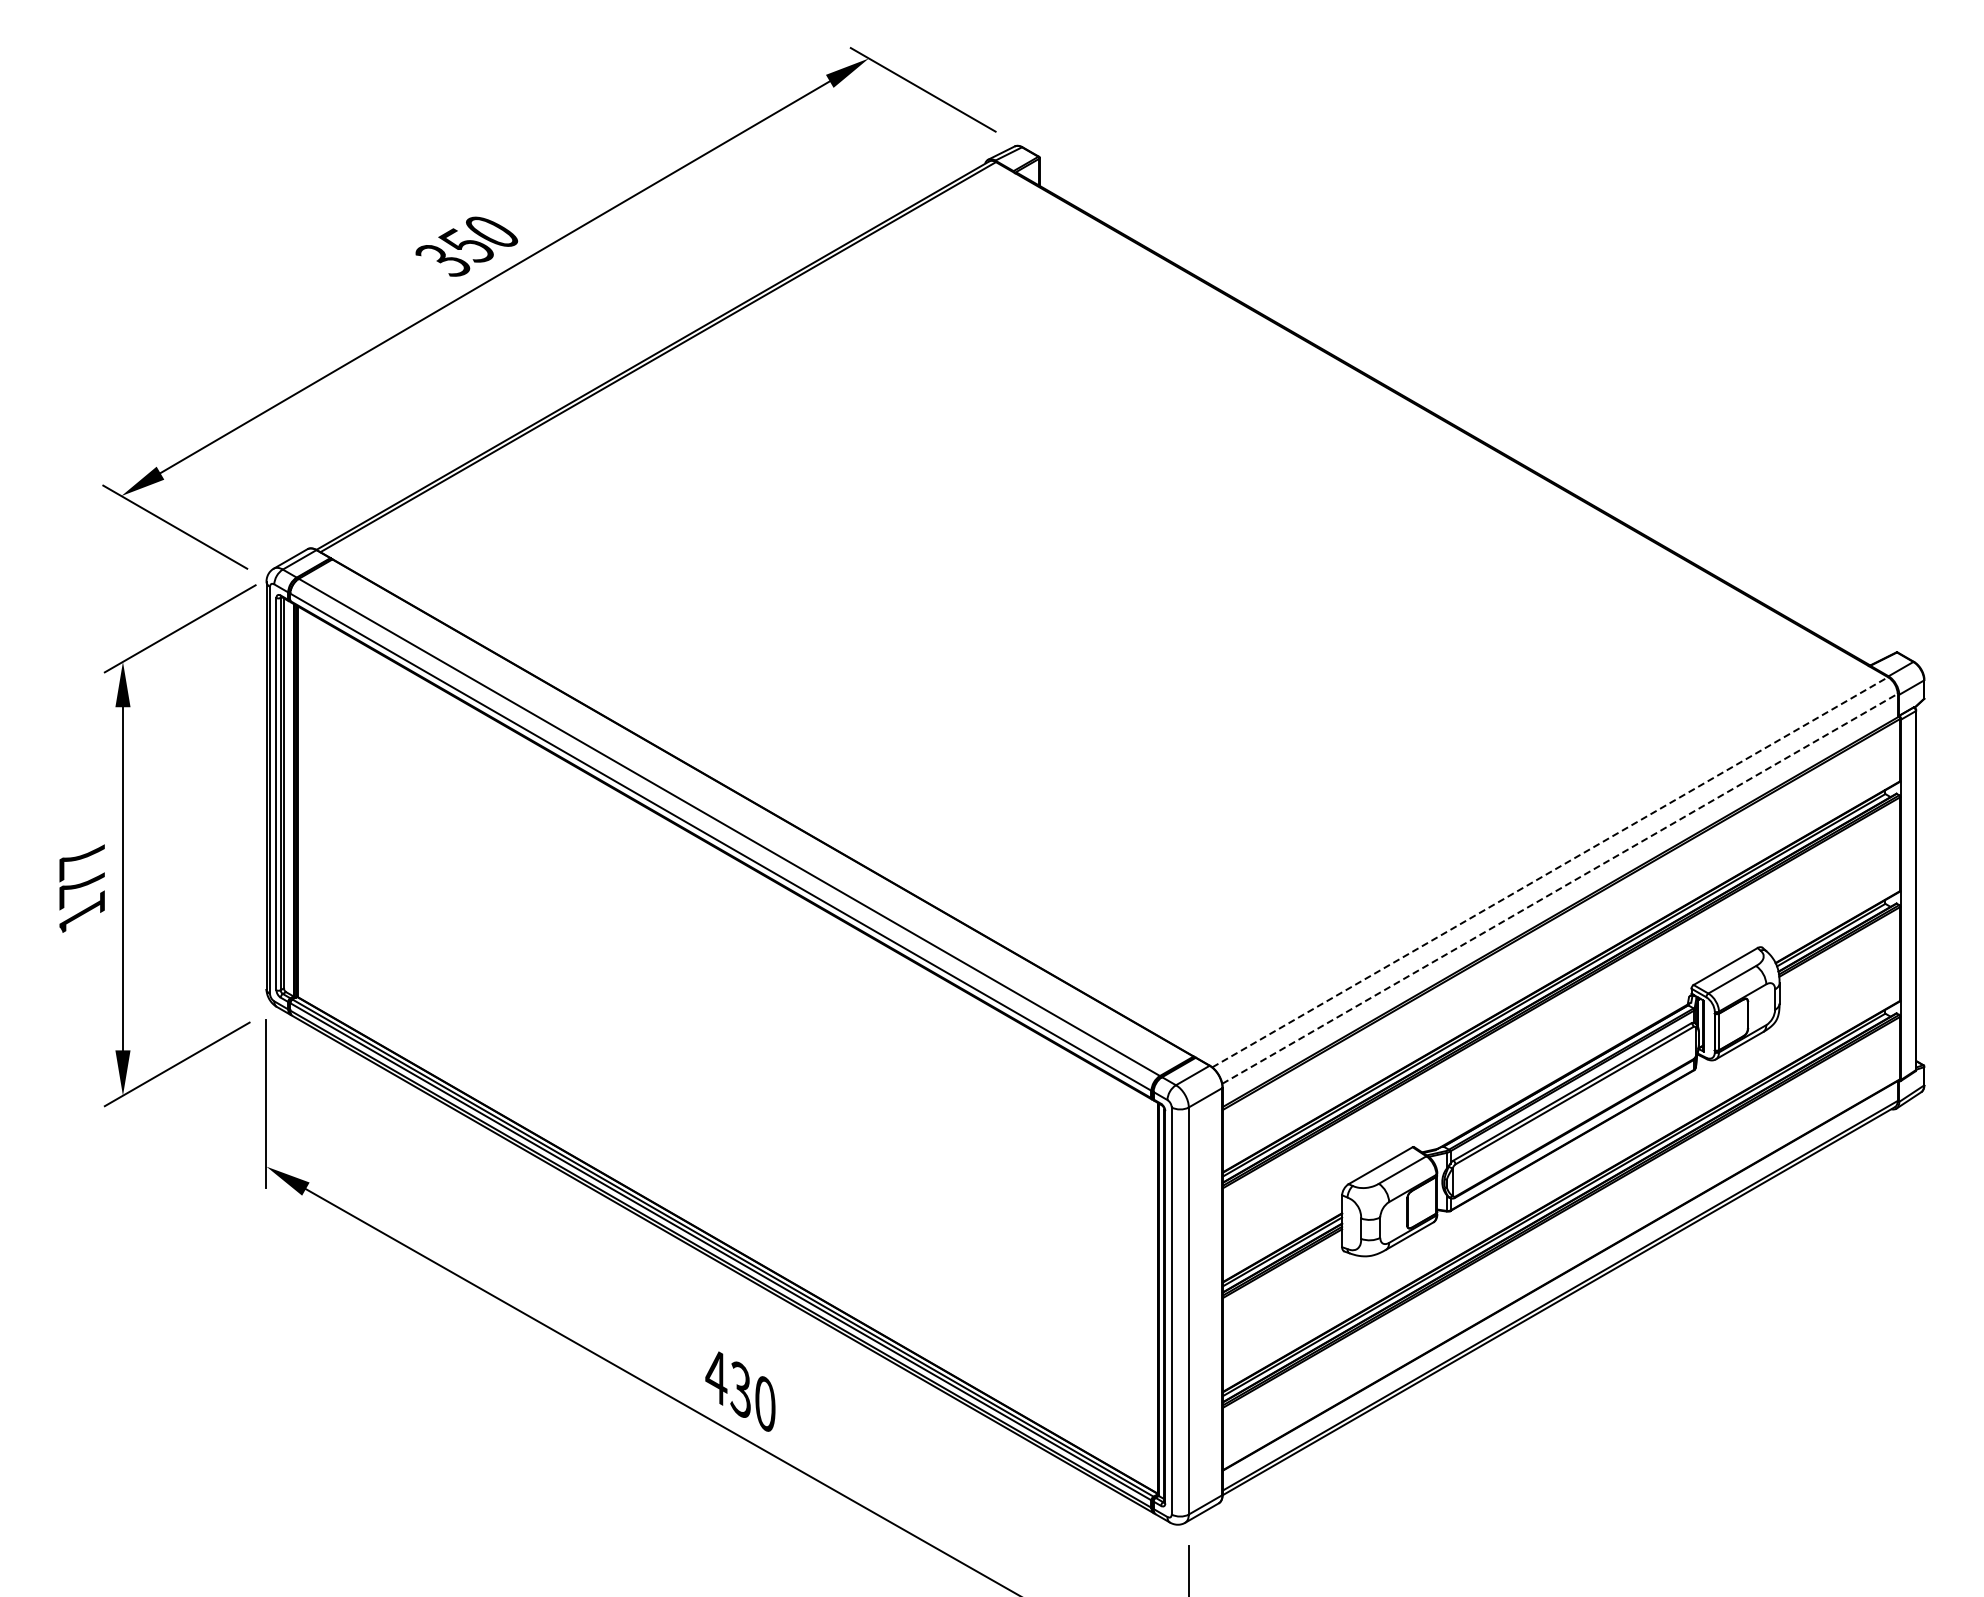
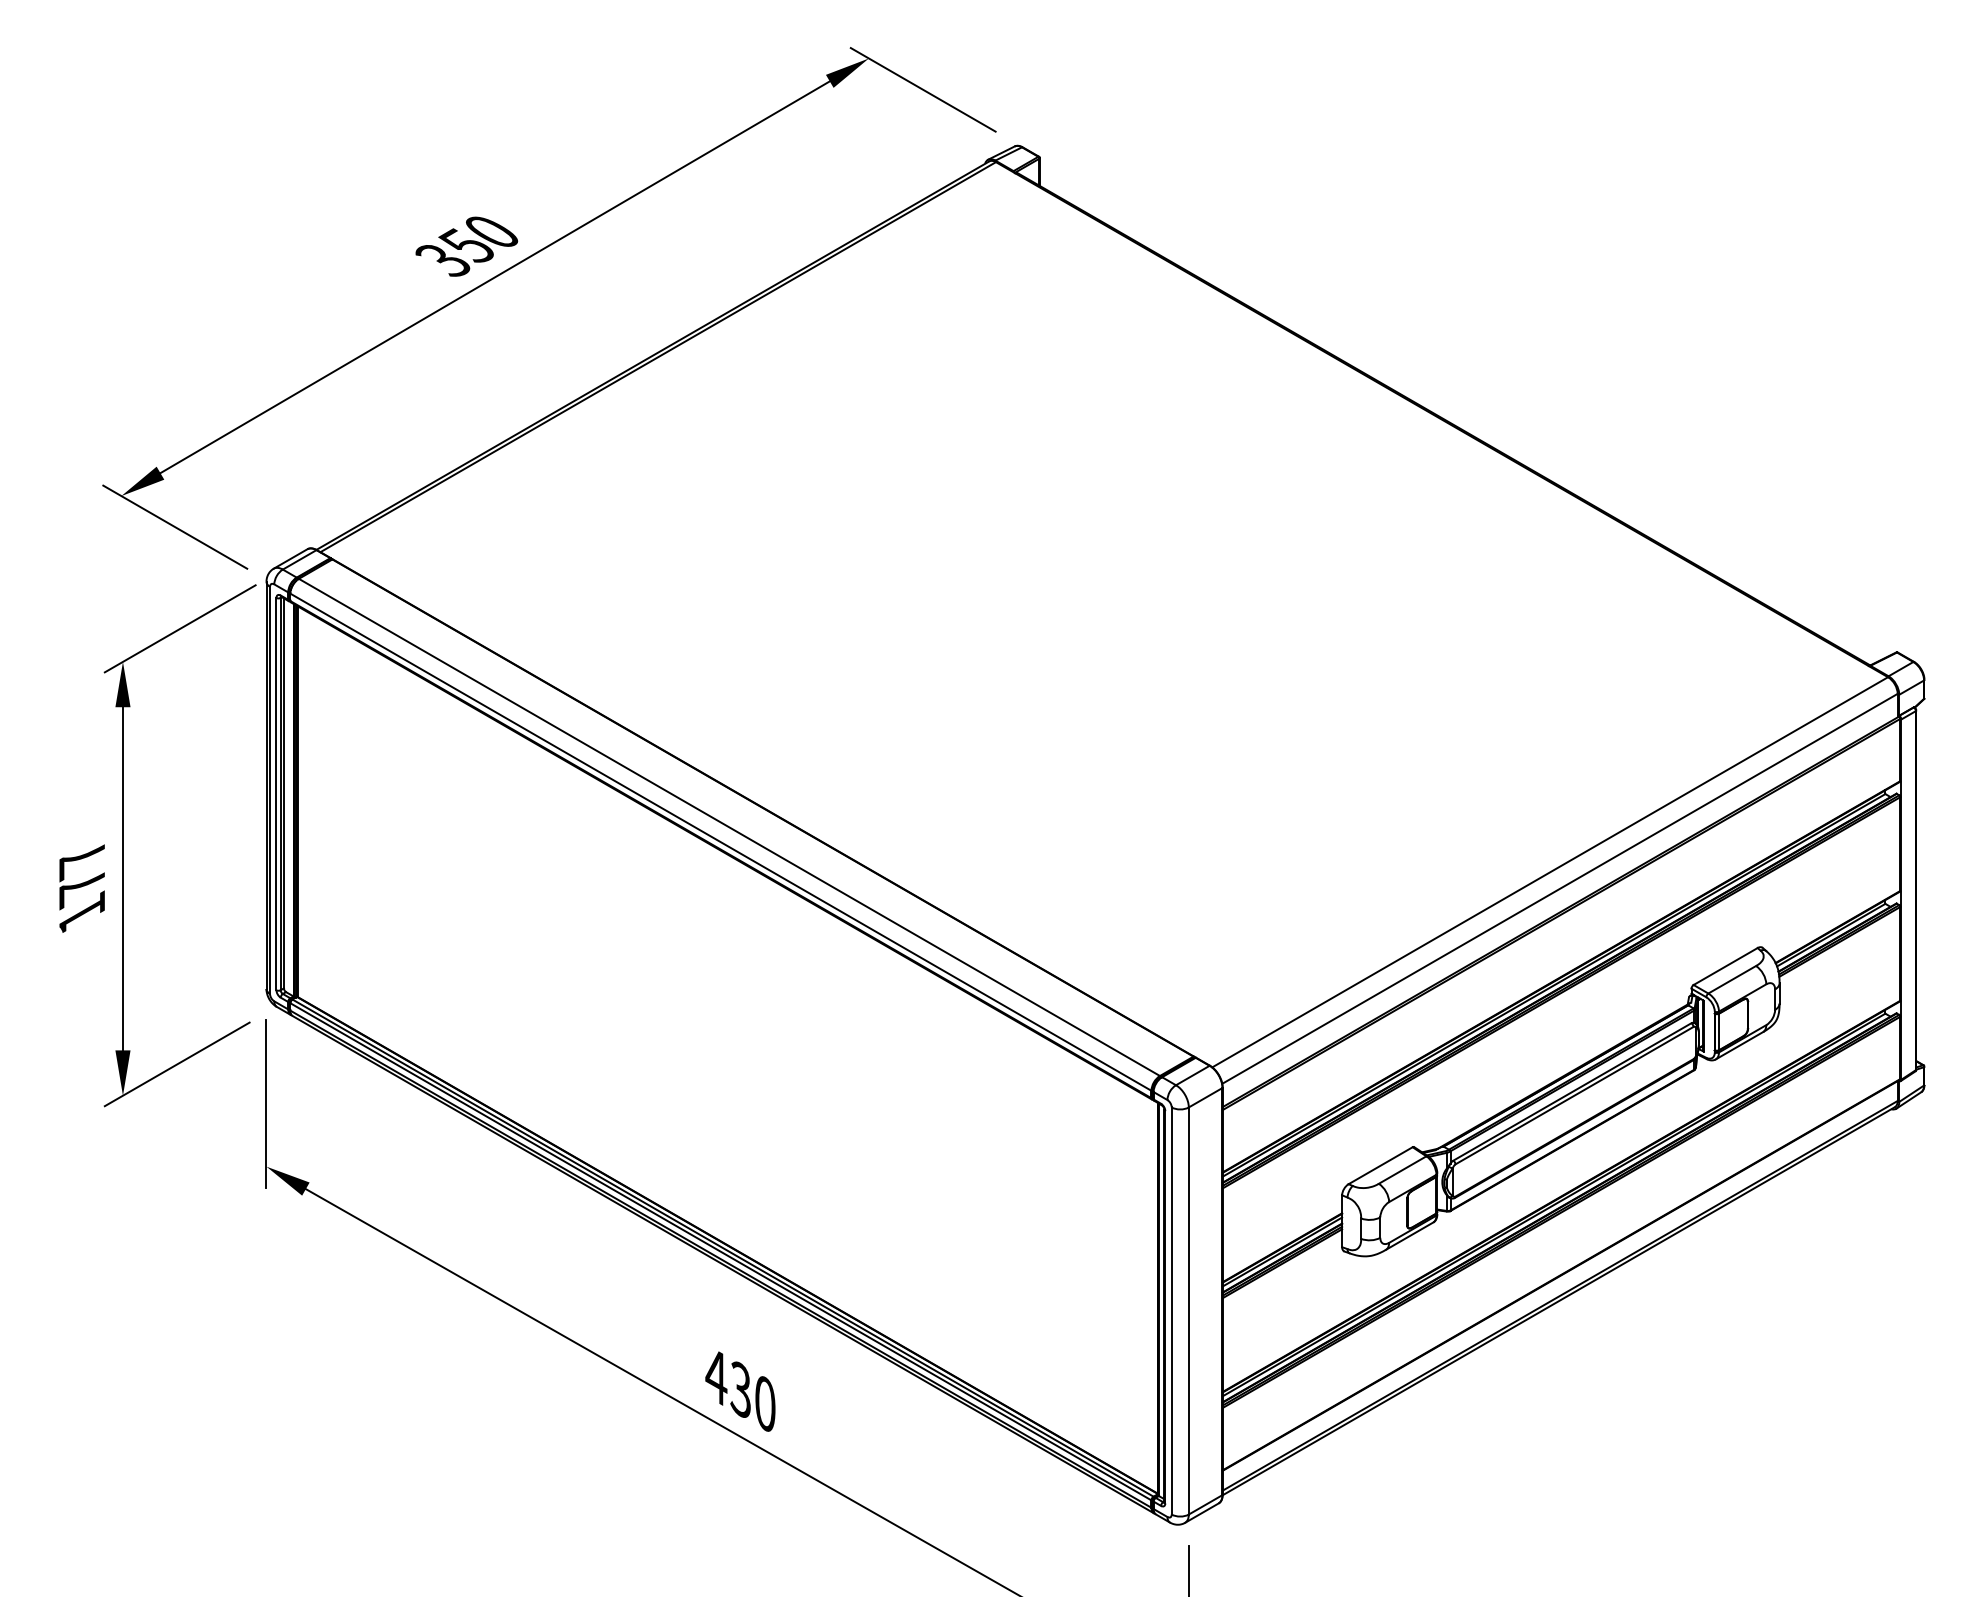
line at (1550, 872): dashed -> solid
line at (1559, 888): dashed -> solid
